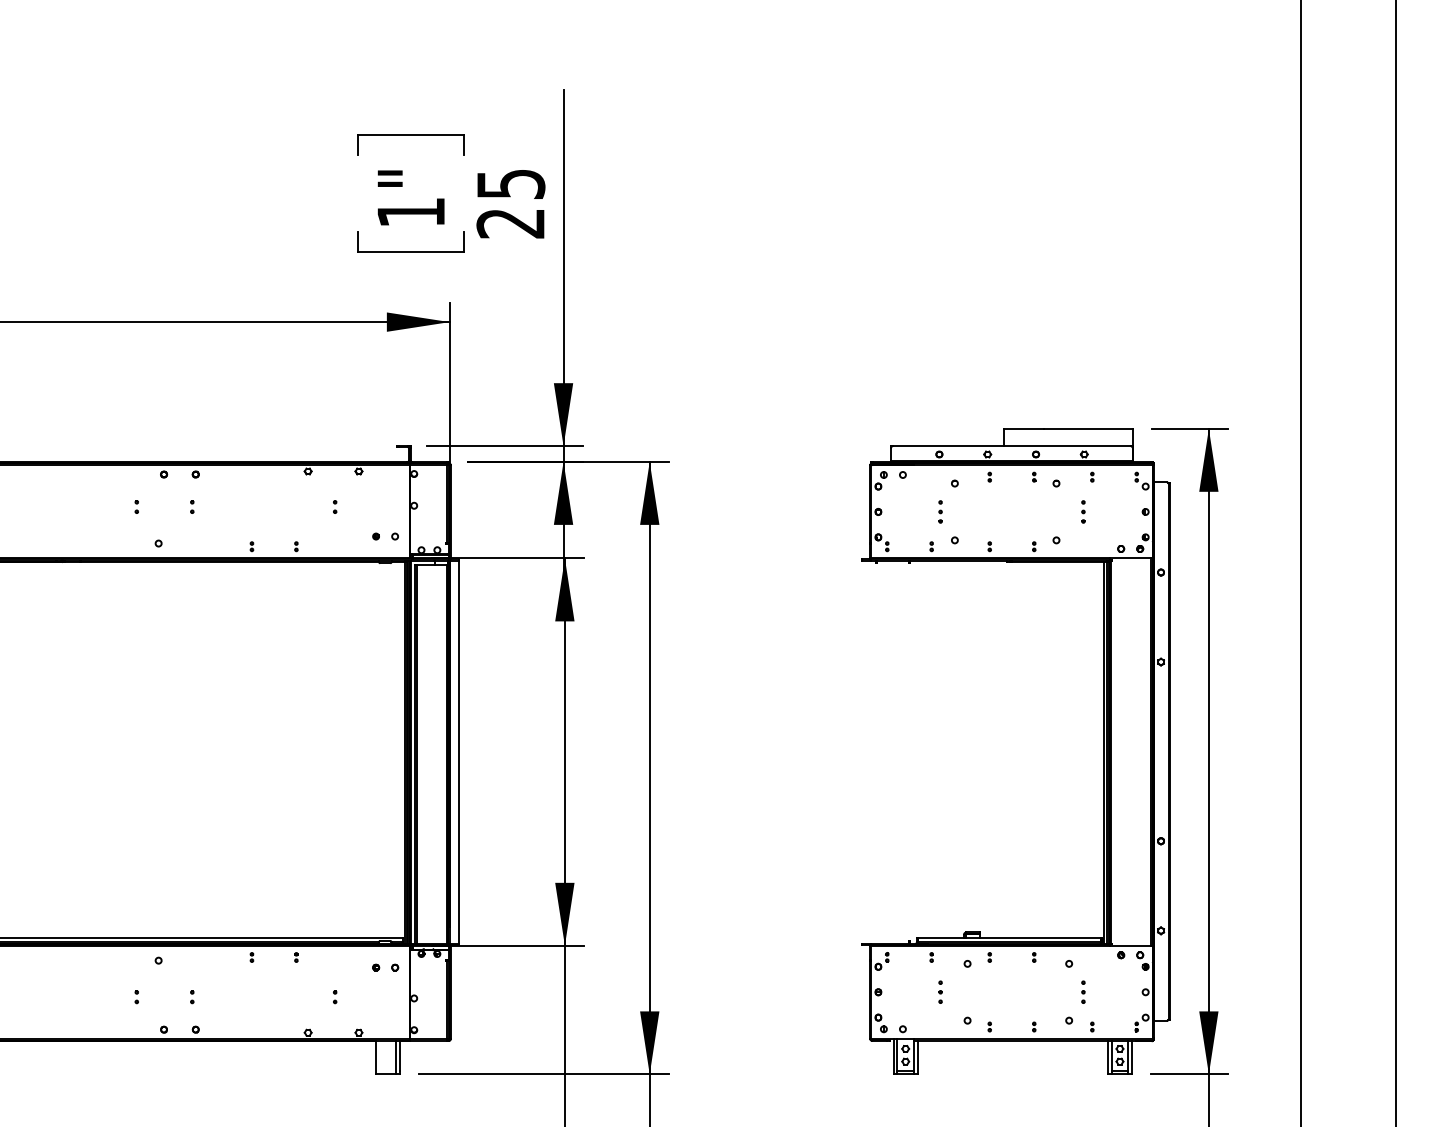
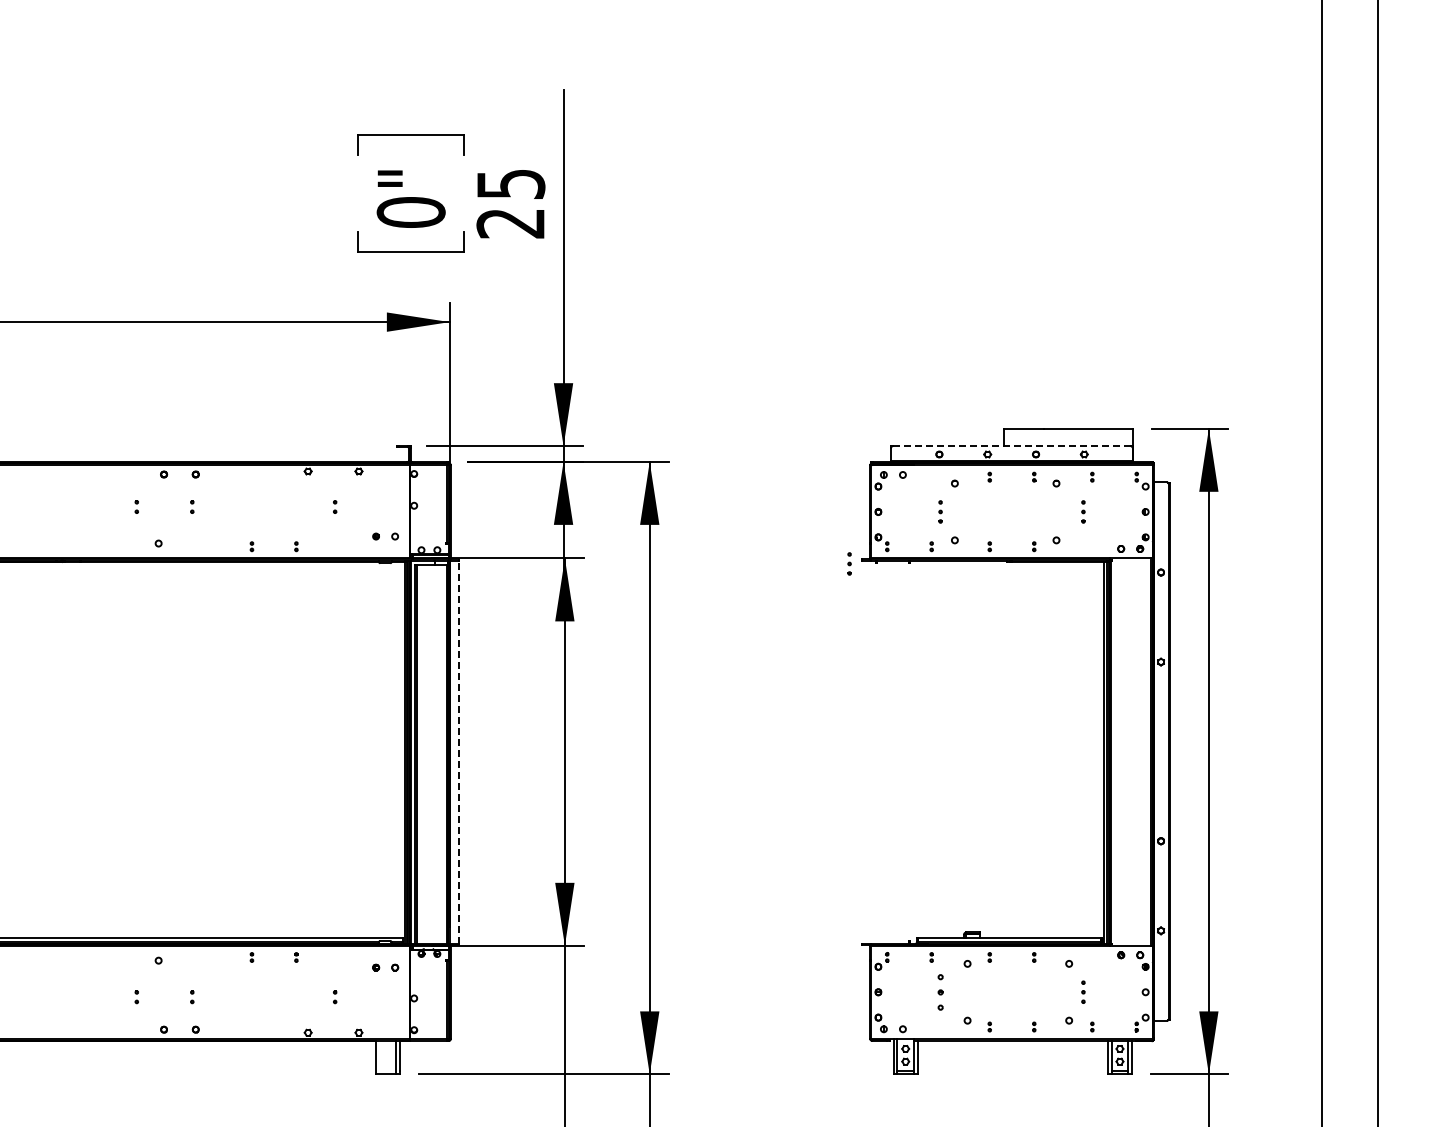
text at (410, 212): 1" -> 0"
line at (1011, 446): solid -> dashed
line at (1300, 562) position: (1300, 562) -> (1321, 562)
line at (1395, 562) position: (1395, 562) -> (1377, 562)
part at (849, 563): none -> present
line at (459, 751): solid -> dashed
part at (940, 991) size: 5x24 px -> 7x37 px
